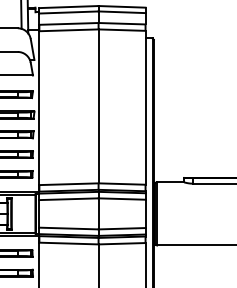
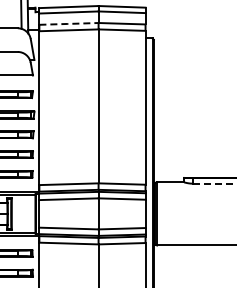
line at (68, 23): solid -> dashed
line at (215, 183): solid -> dashed
